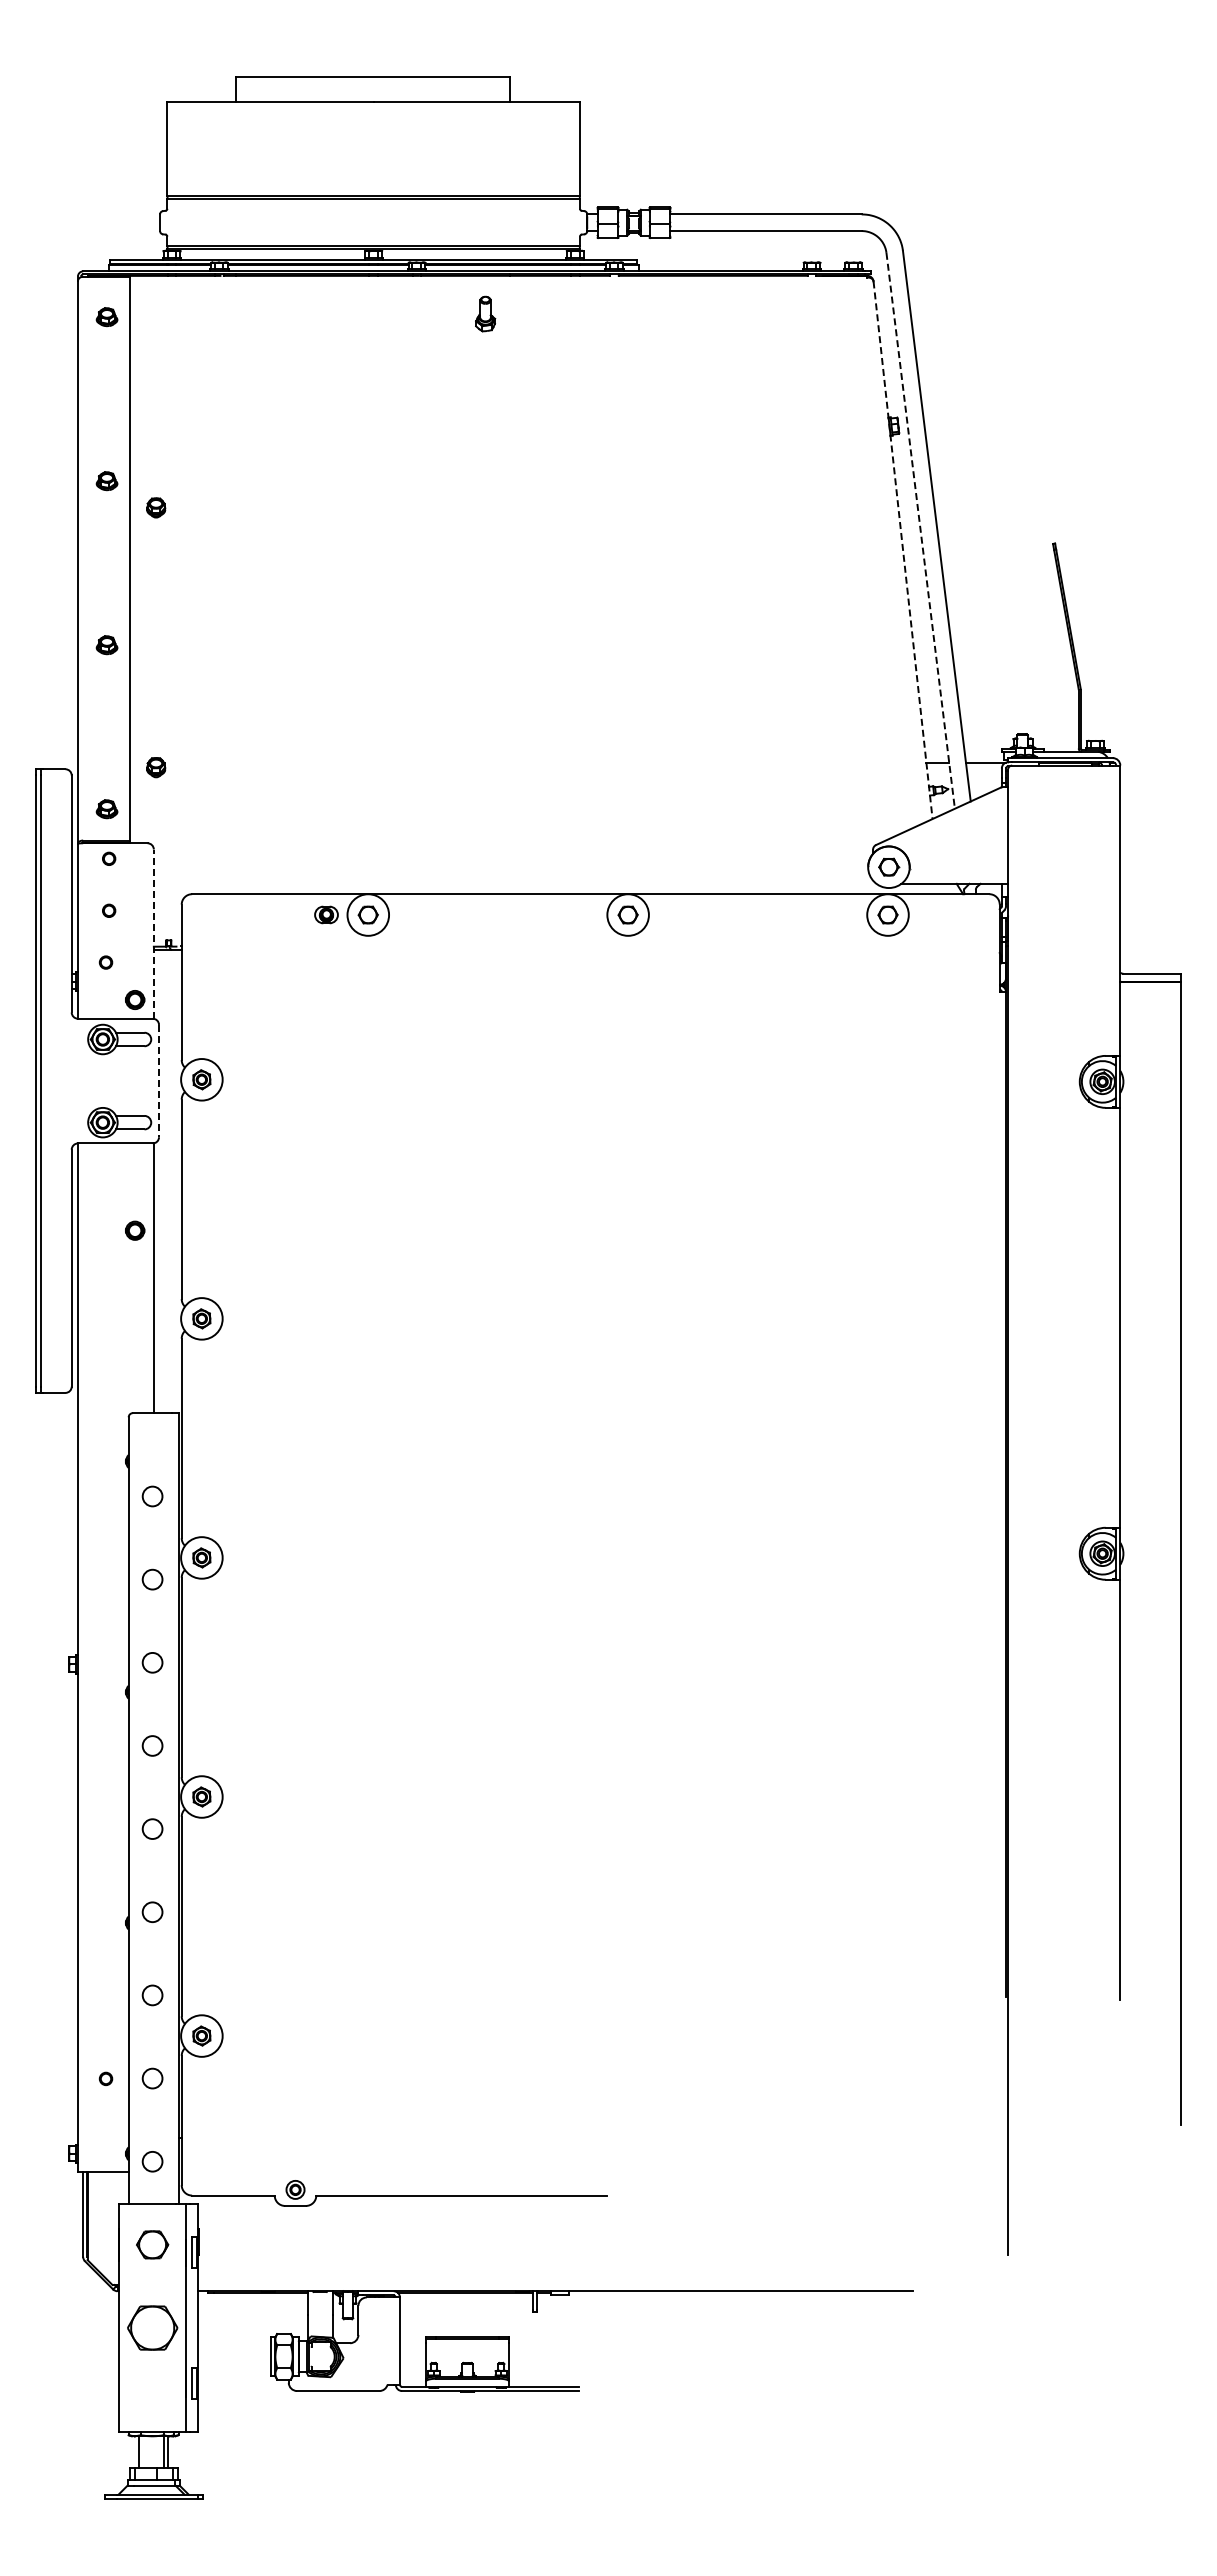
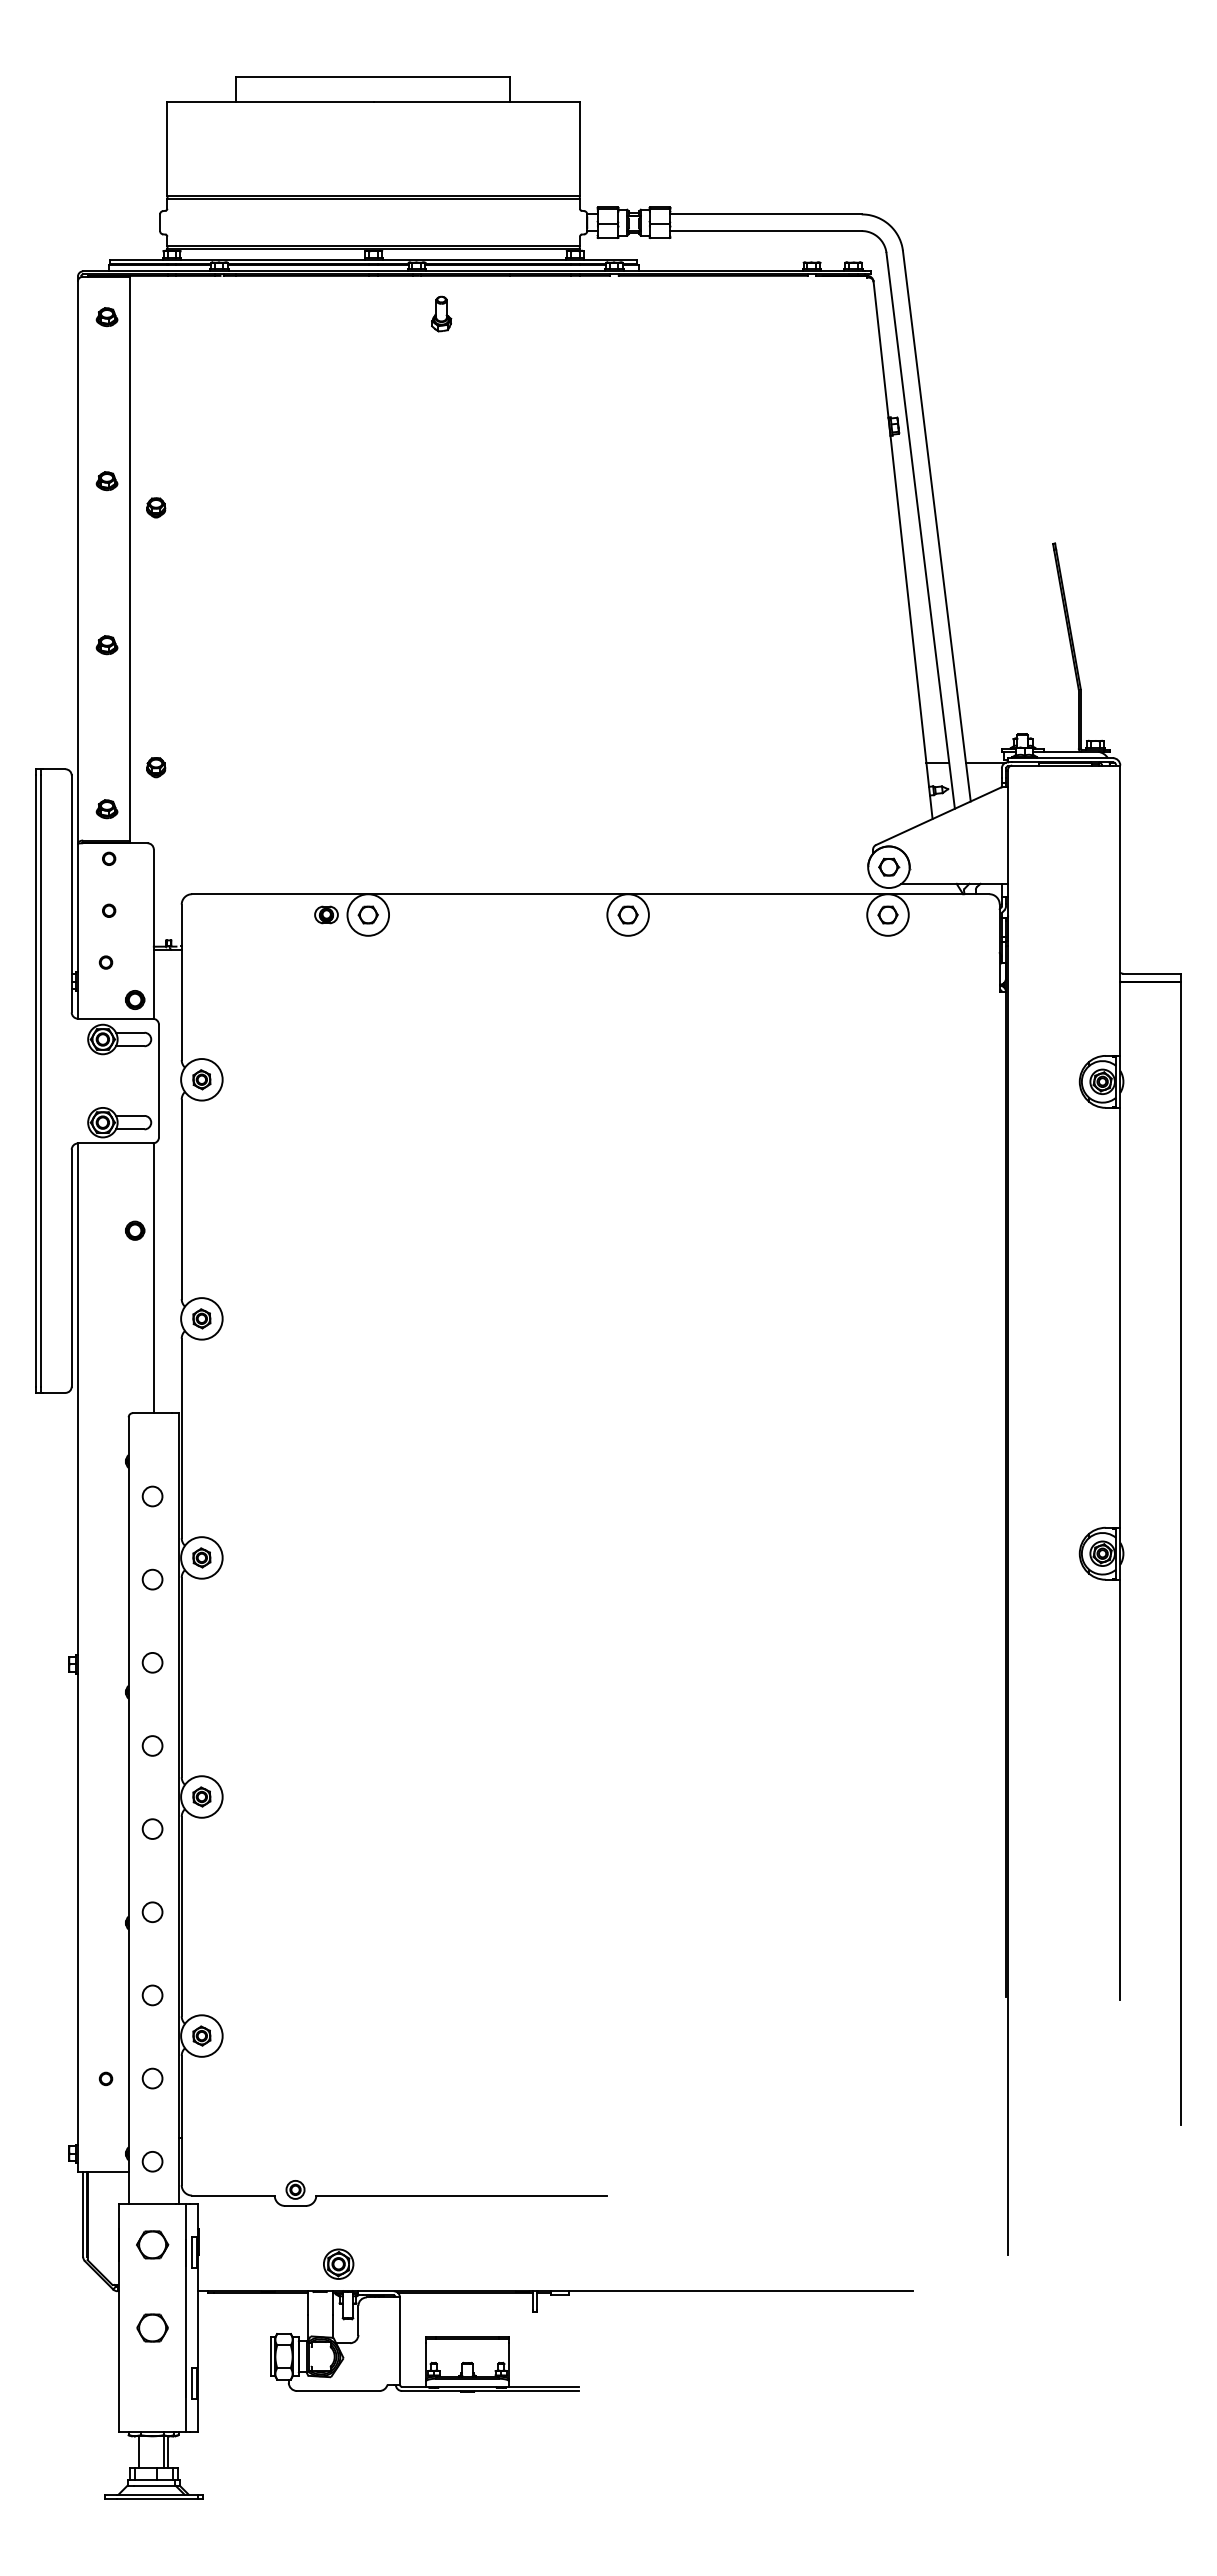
part at (485, 313) position: (485, 313) -> (441, 313)
line at (920, 531): dashed -> solid
line at (903, 550): dashed -> solid
line at (153, 934): dashed -> solid
line at (159, 1081): dashed -> solid
part at (338, 2263): none -> present
part at (152, 2327) size: 52x46 px -> 33x30 px
